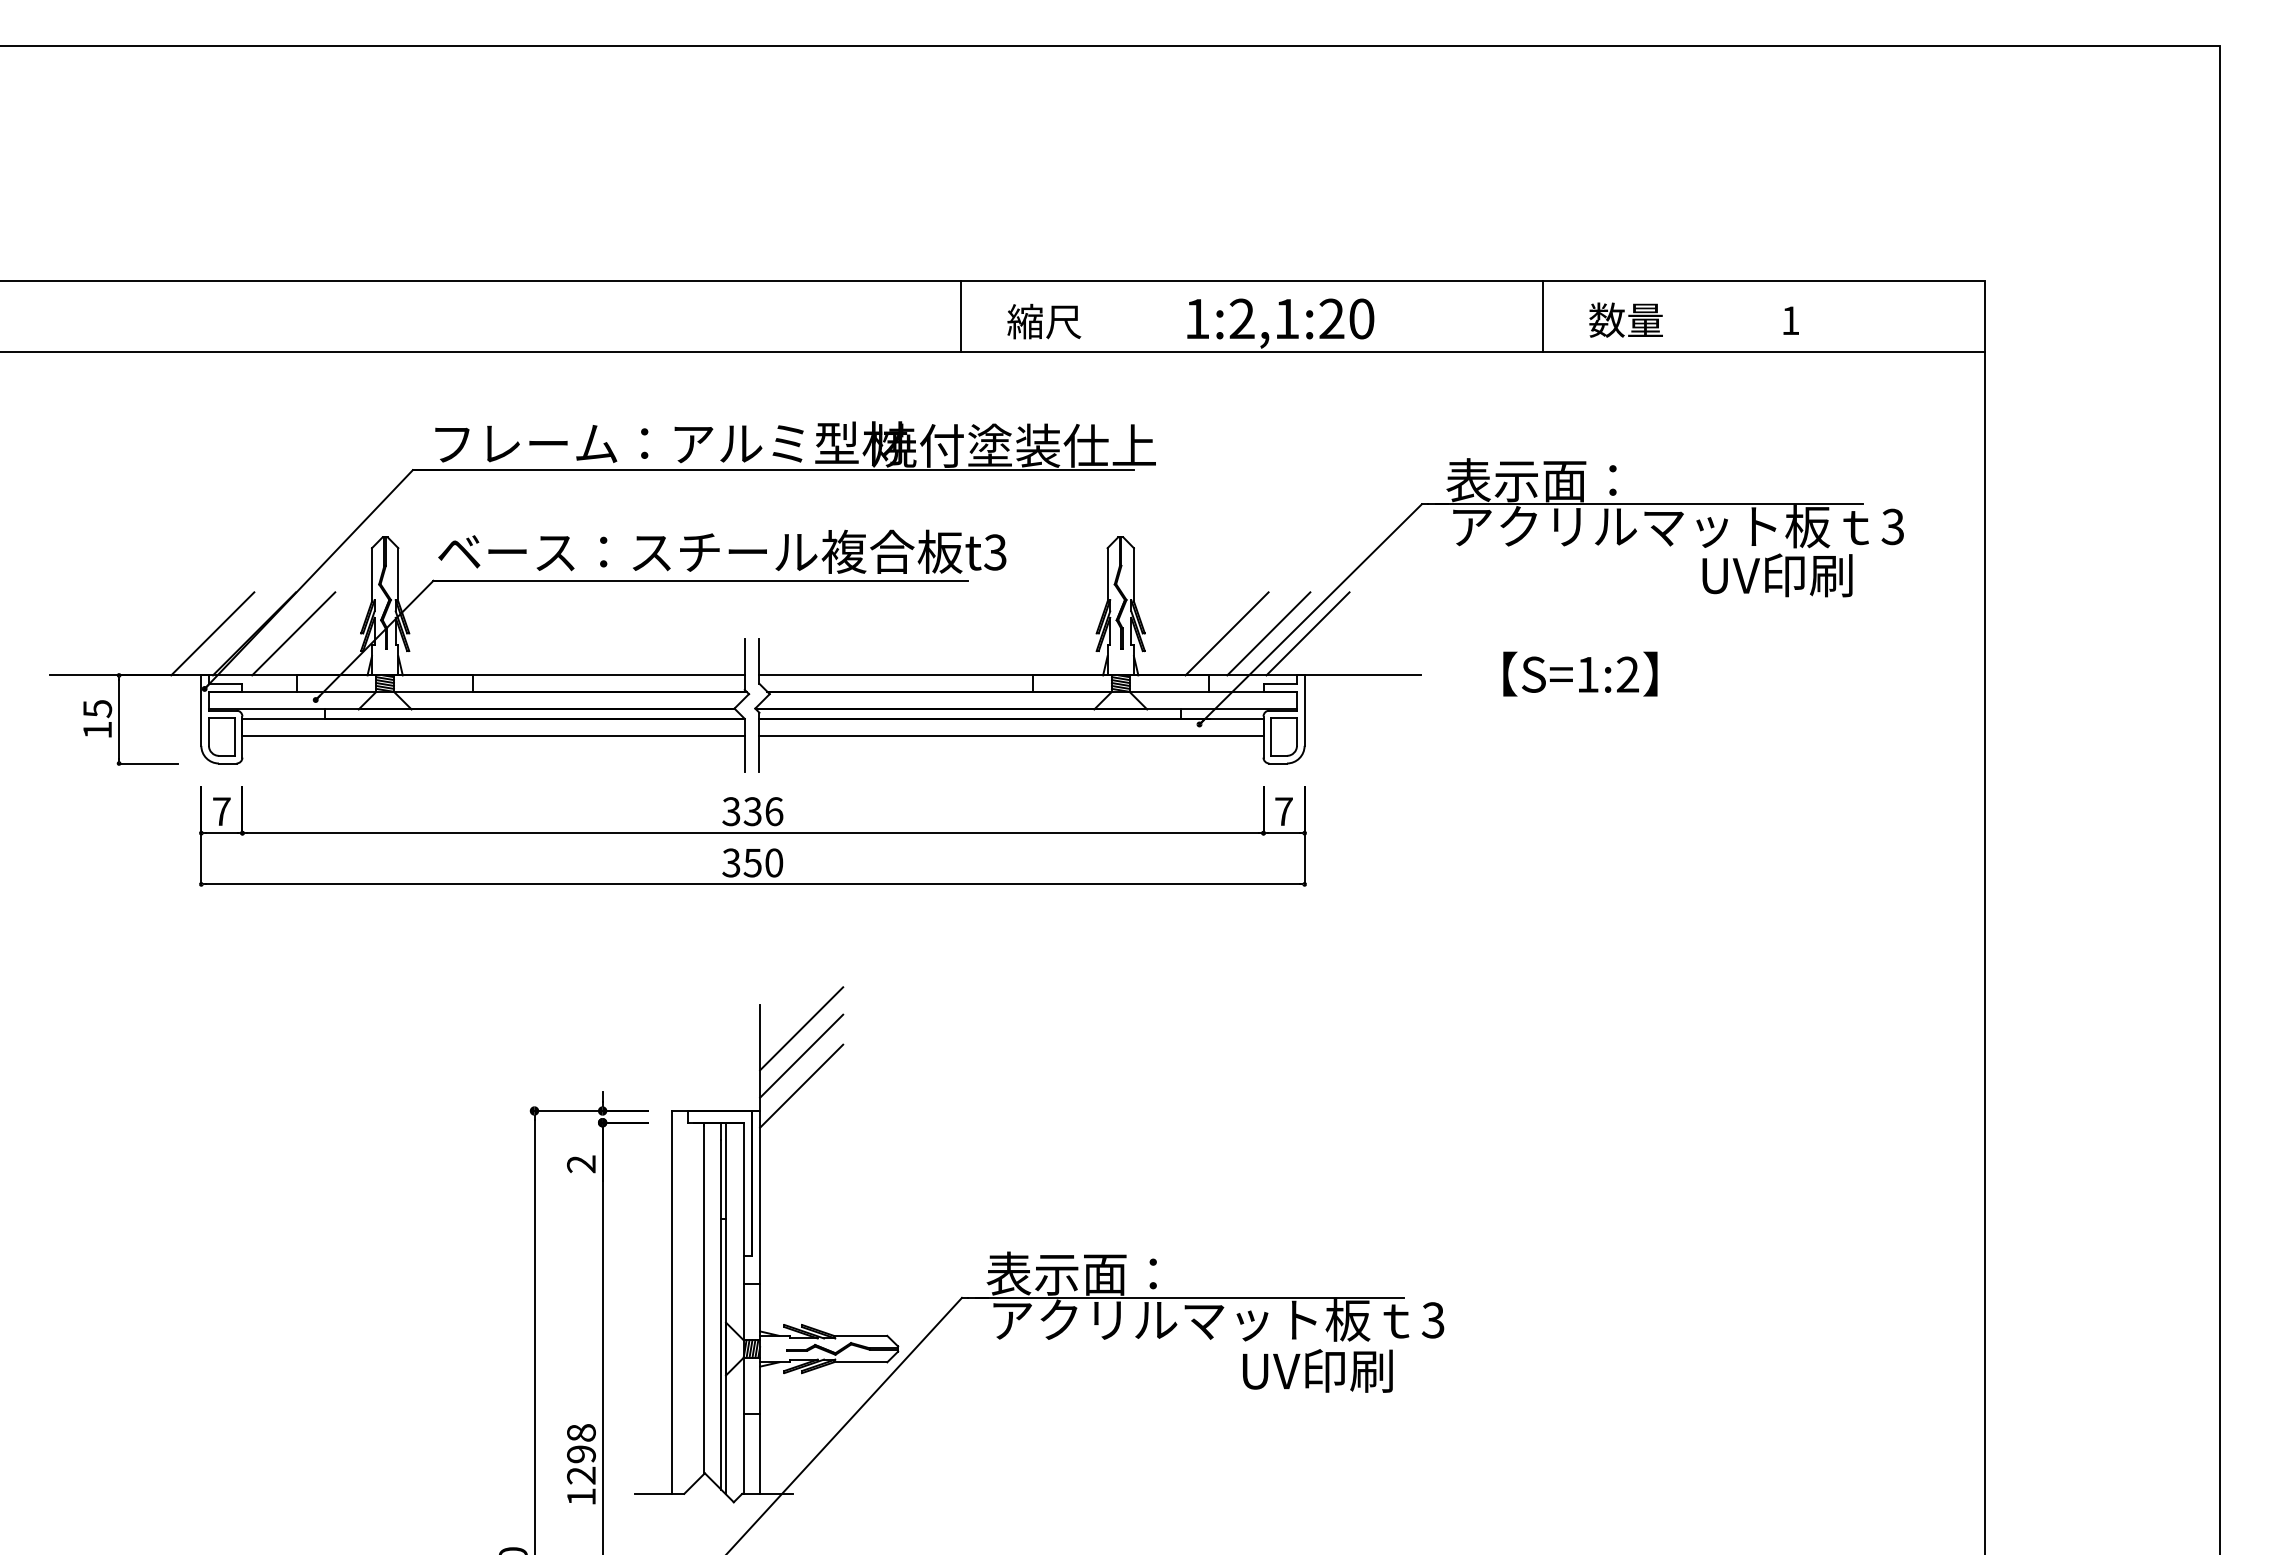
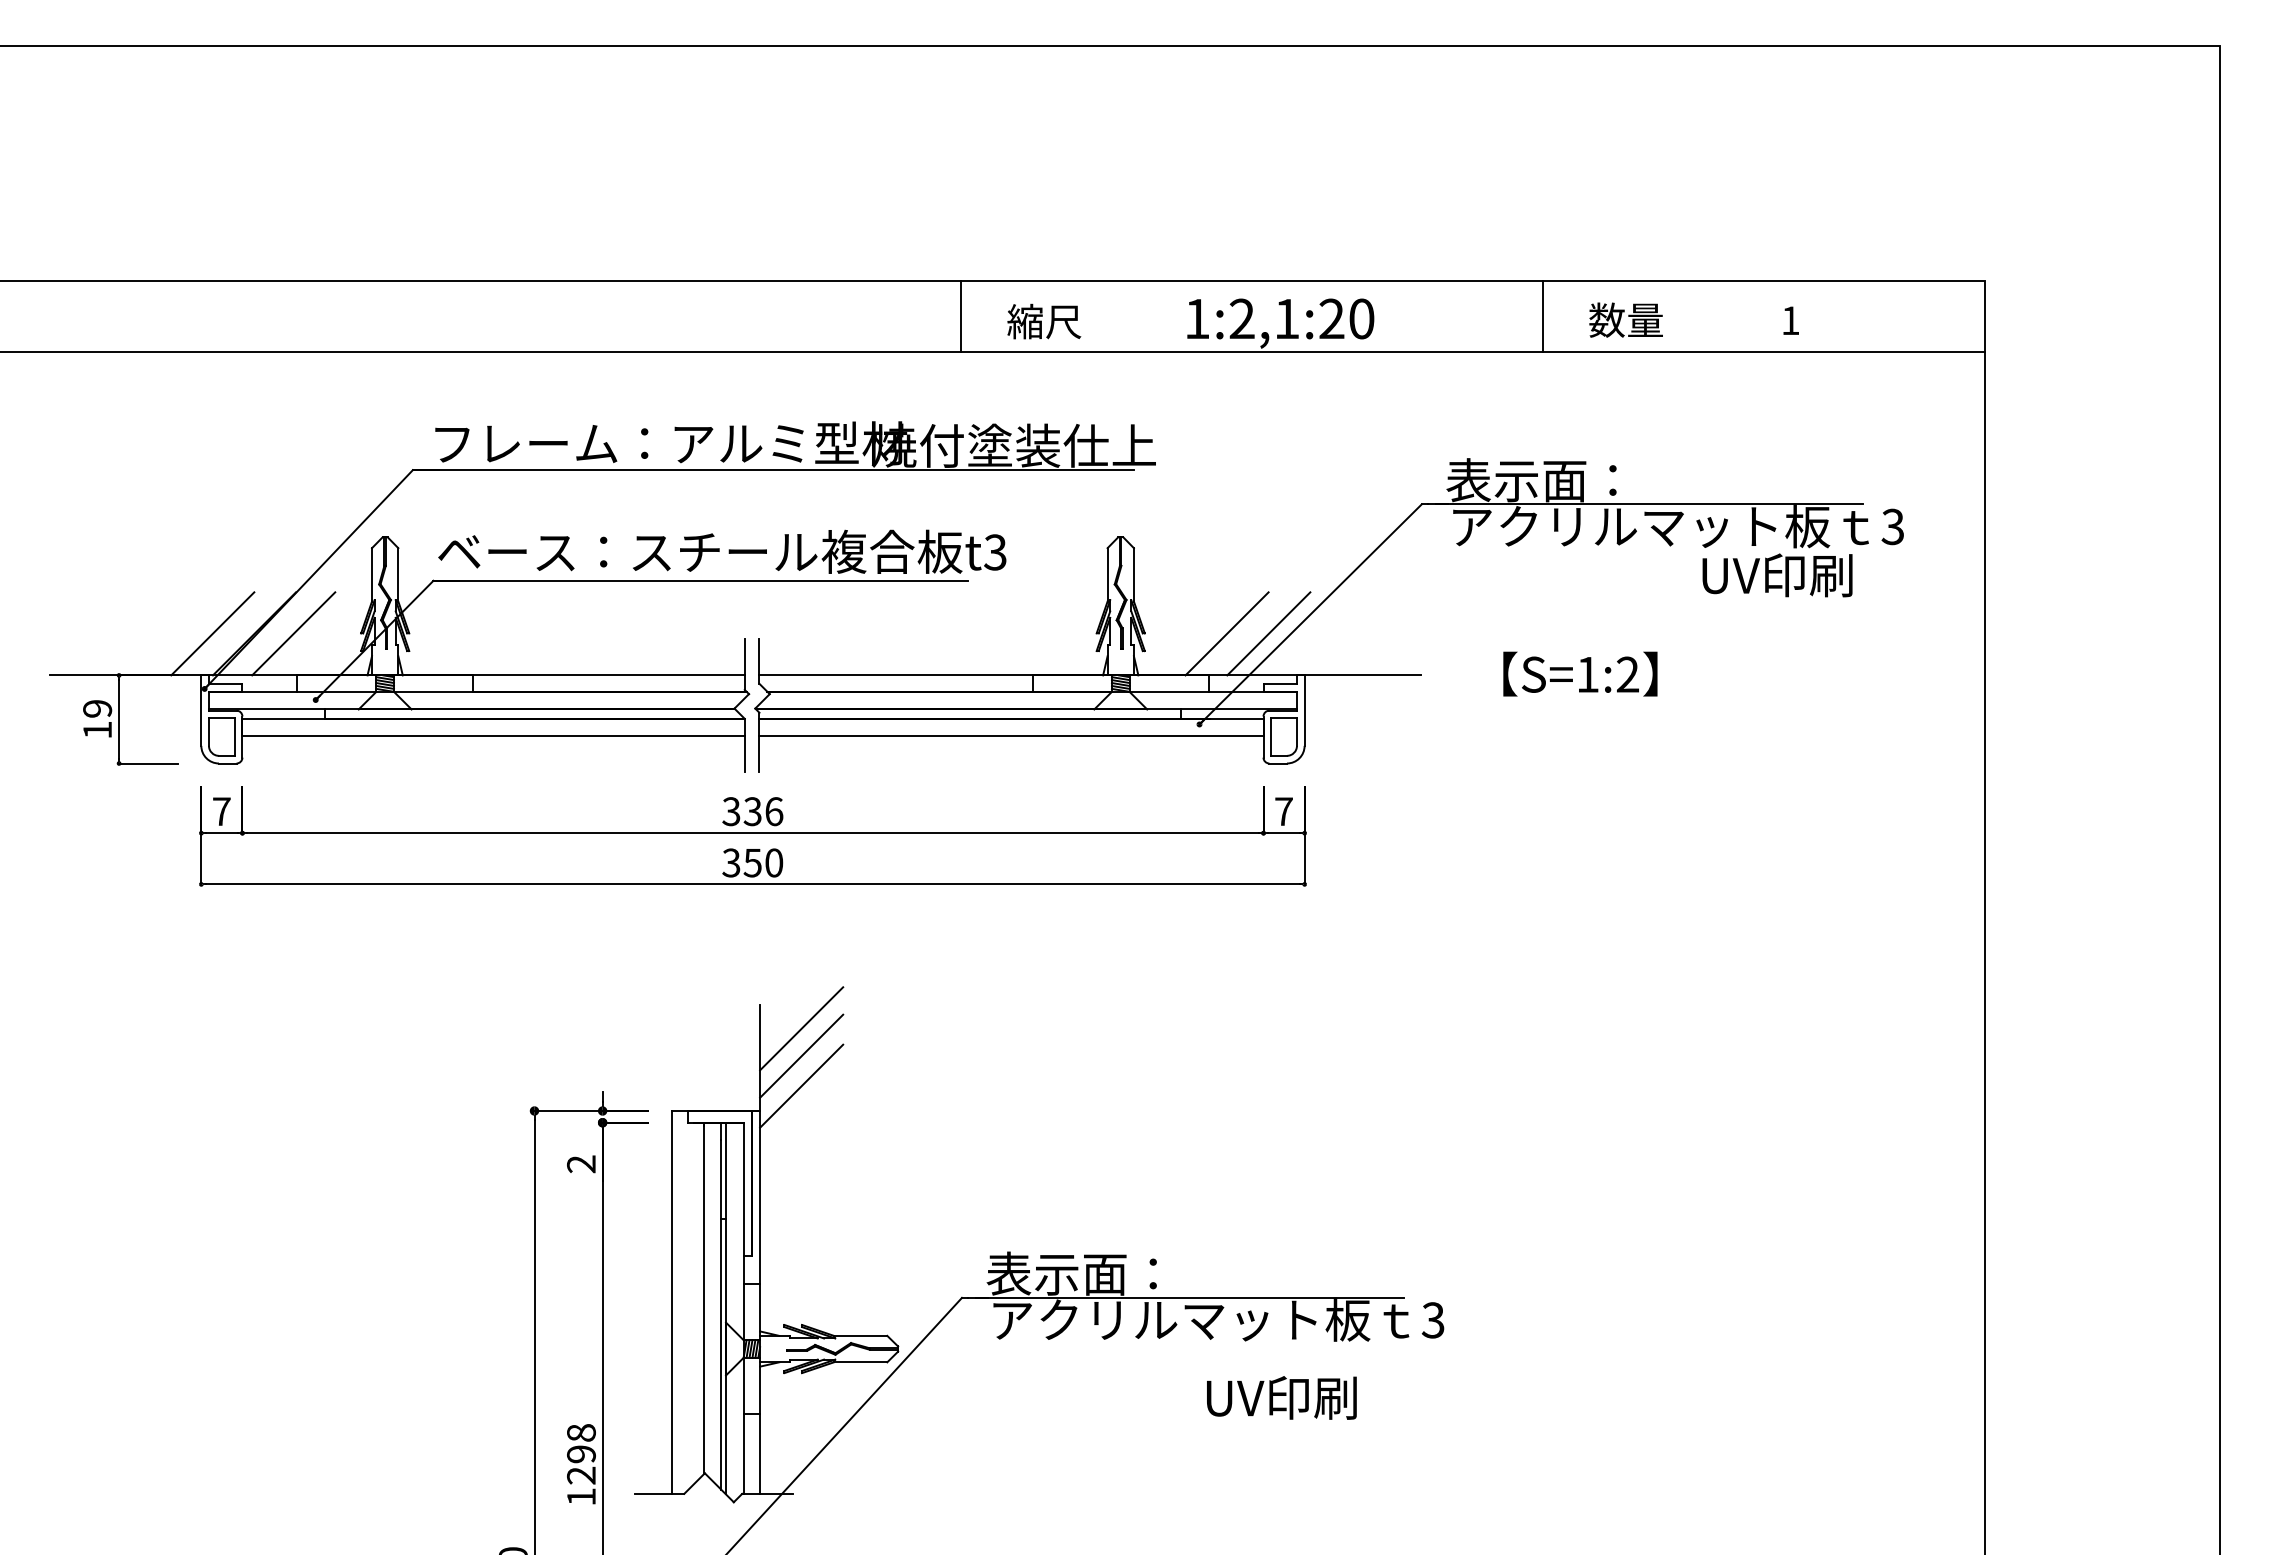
line at (1307, 633): present -> none
text at (97, 709): 15 -> 19
text at (1317, 1370) position: (1317, 1370) -> (1281, 1397)
